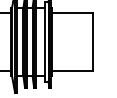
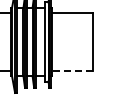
line at (72, 70): solid -> dashed
